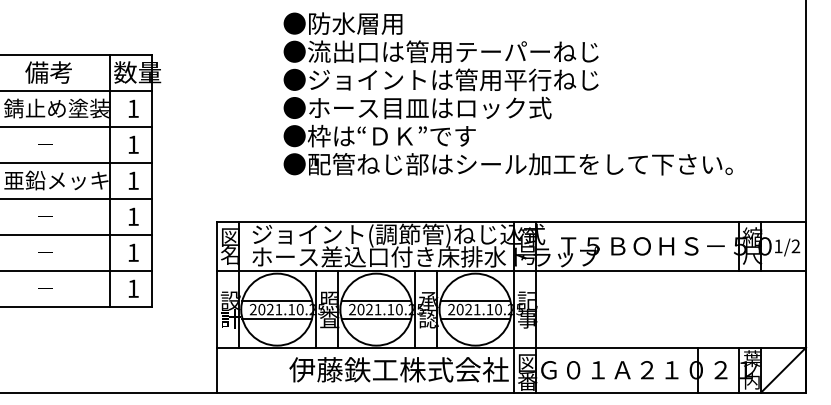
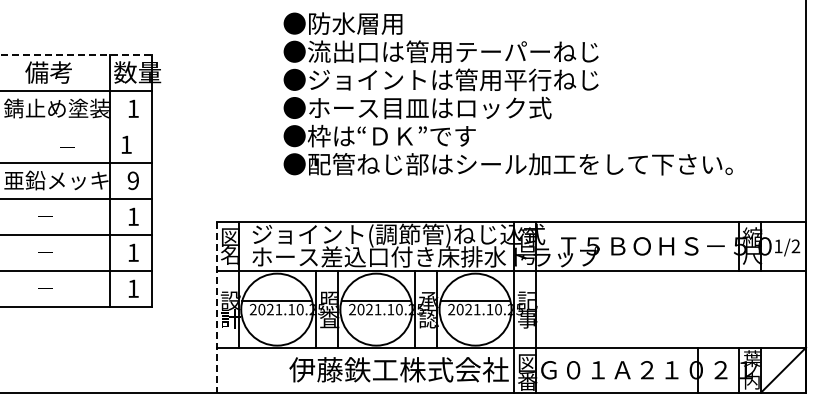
line at (76, 54): solid -> dashed
line at (77, 126): present -> none
text at (45, 144) position: (45, 144) -> (67, 147)
text at (133, 144) position: (133, 144) -> (126, 144)
text at (132, 180): 1 -> 9
line at (216, 307): solid -> dashed
line at (277, 318): present -> none
line at (376, 318): present -> none
line at (475, 318): present -> none
